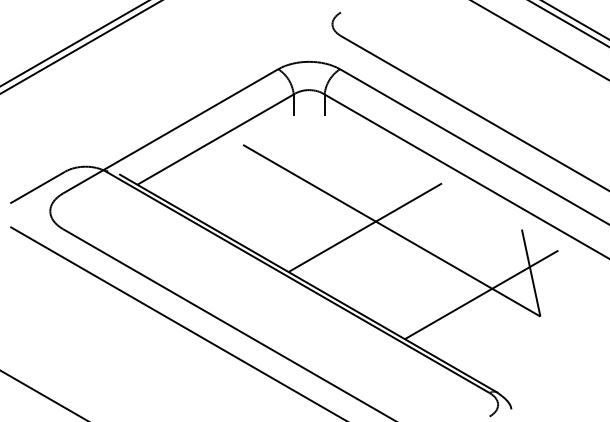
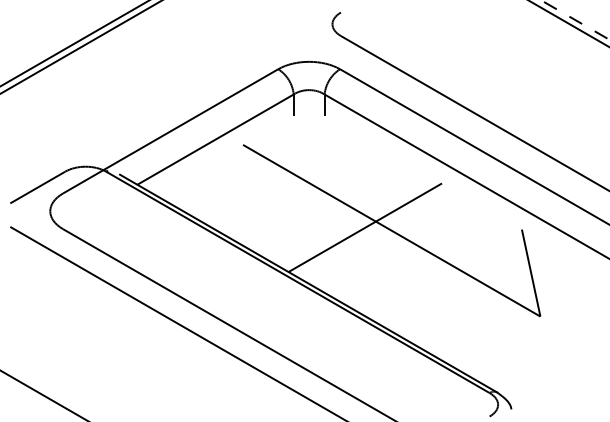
line at (575, 20): solid -> dashed
line at (540, 40): present -> none
line at (481, 294): present -> none
